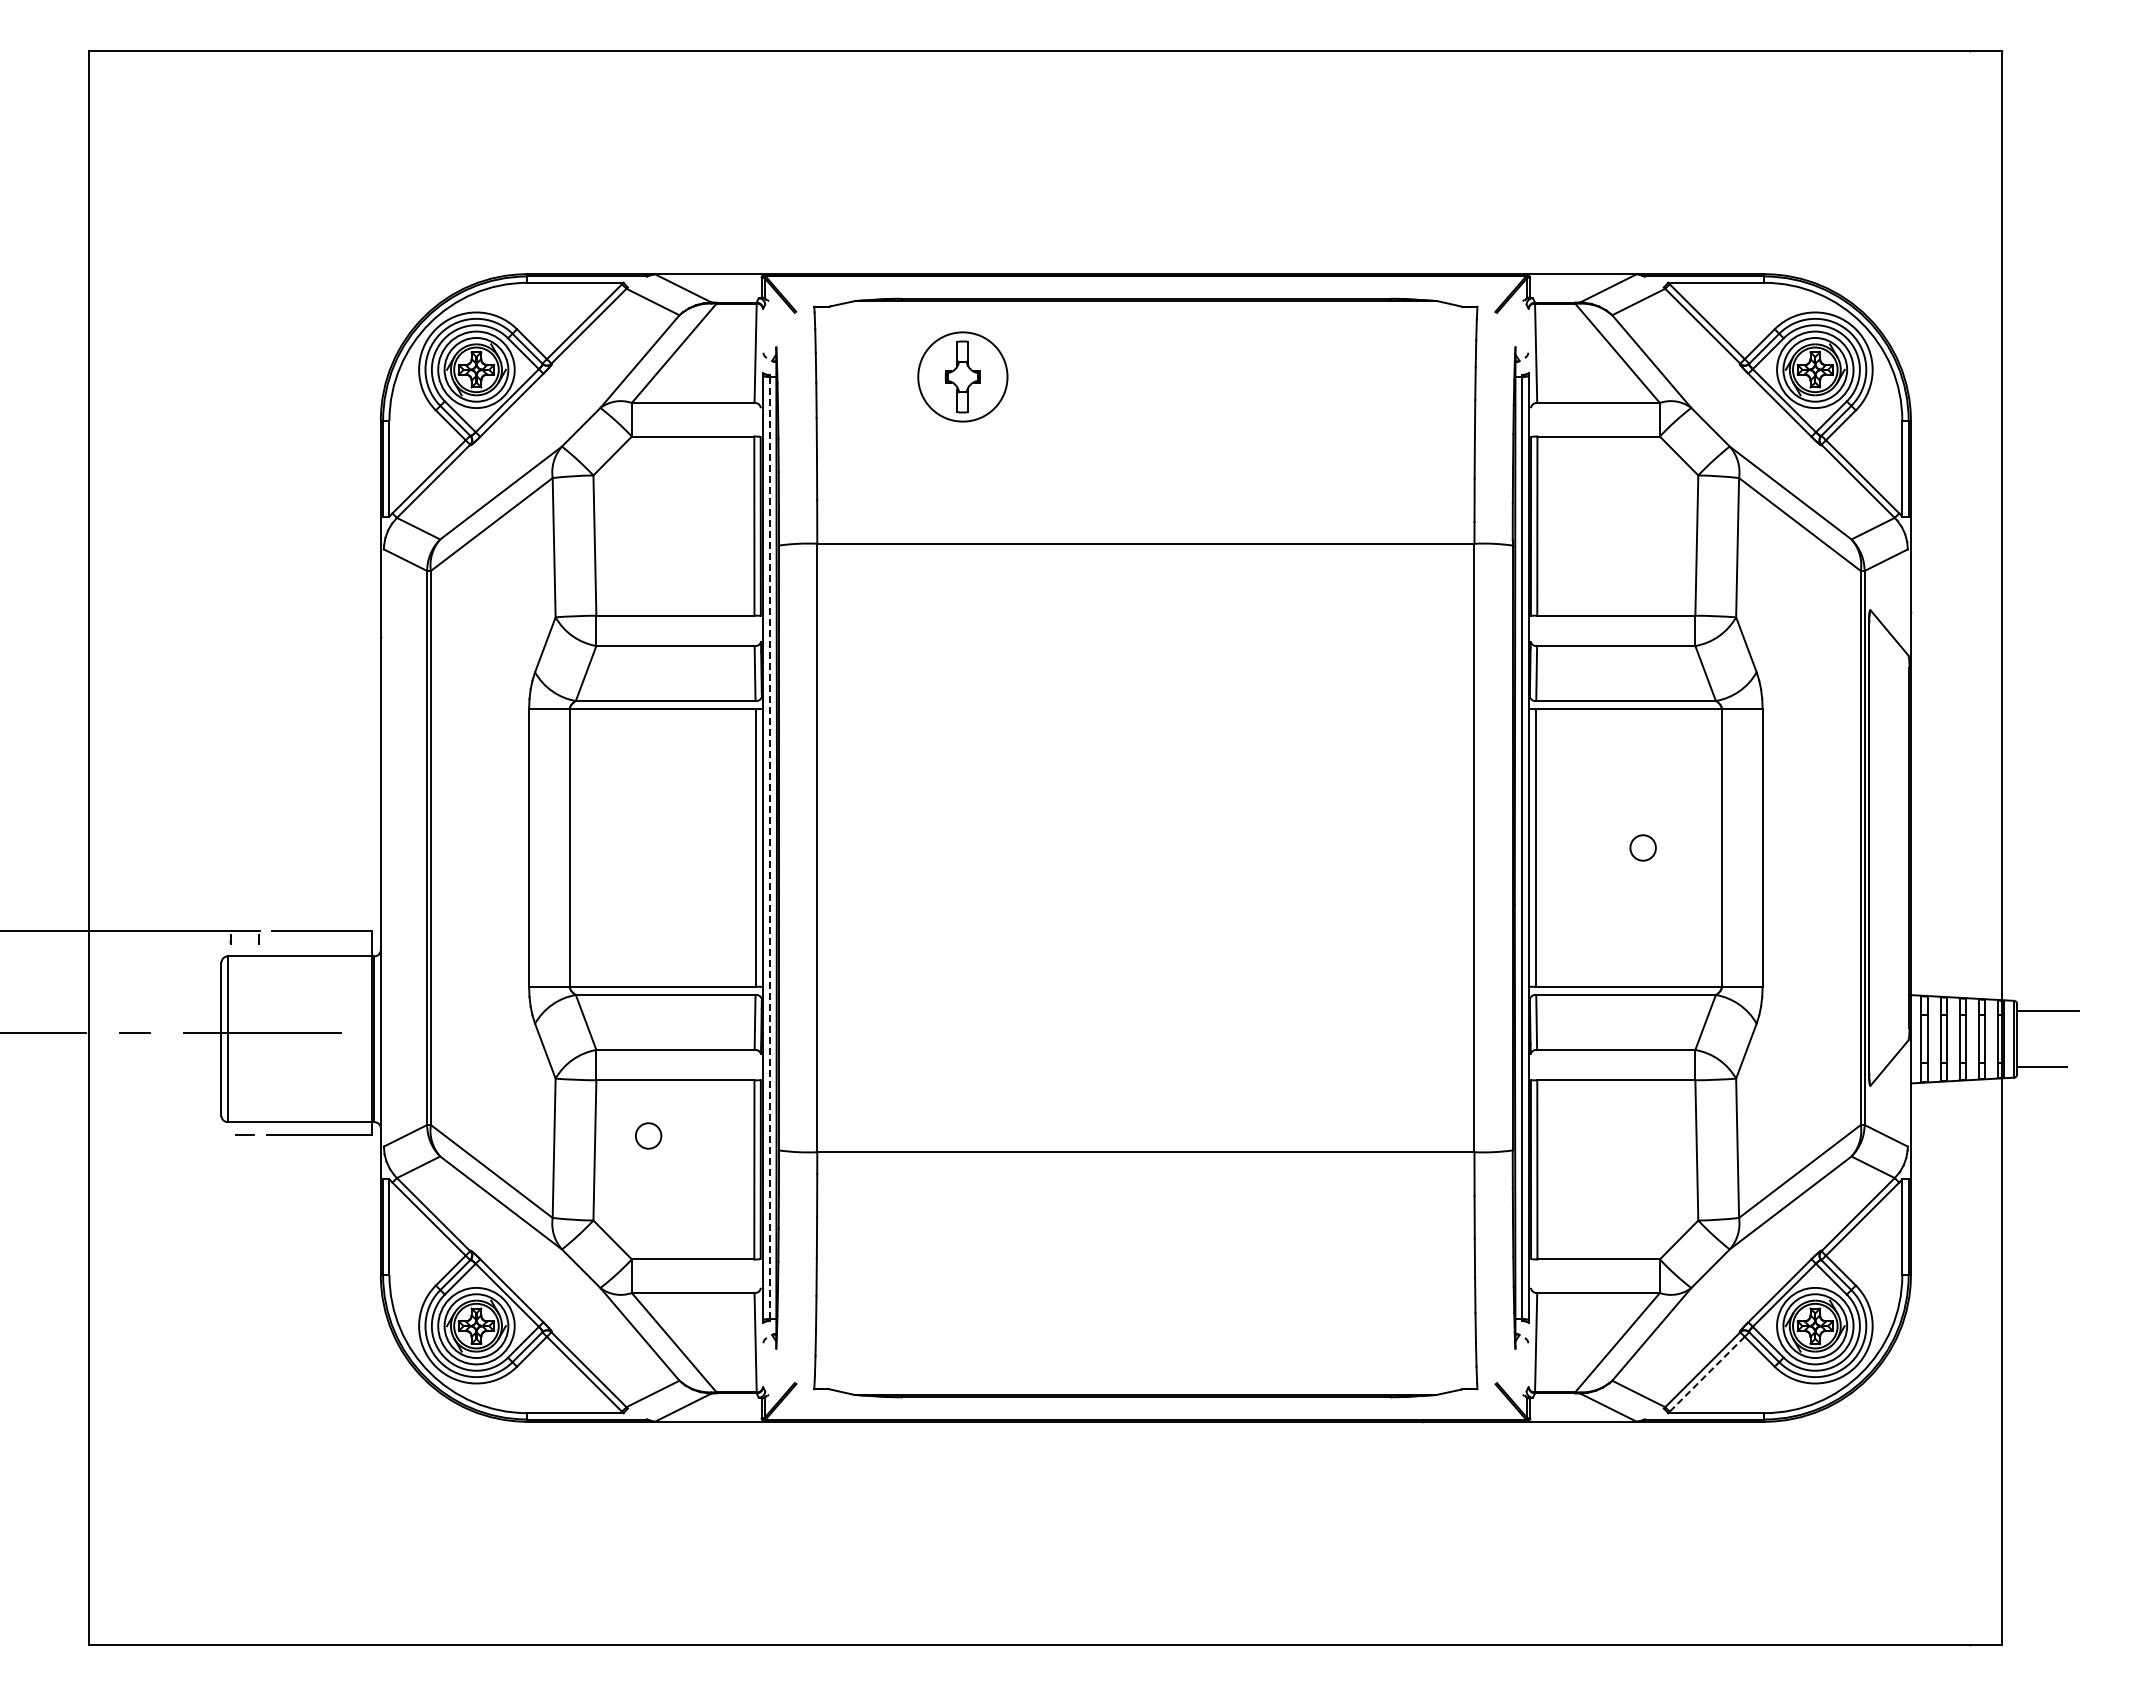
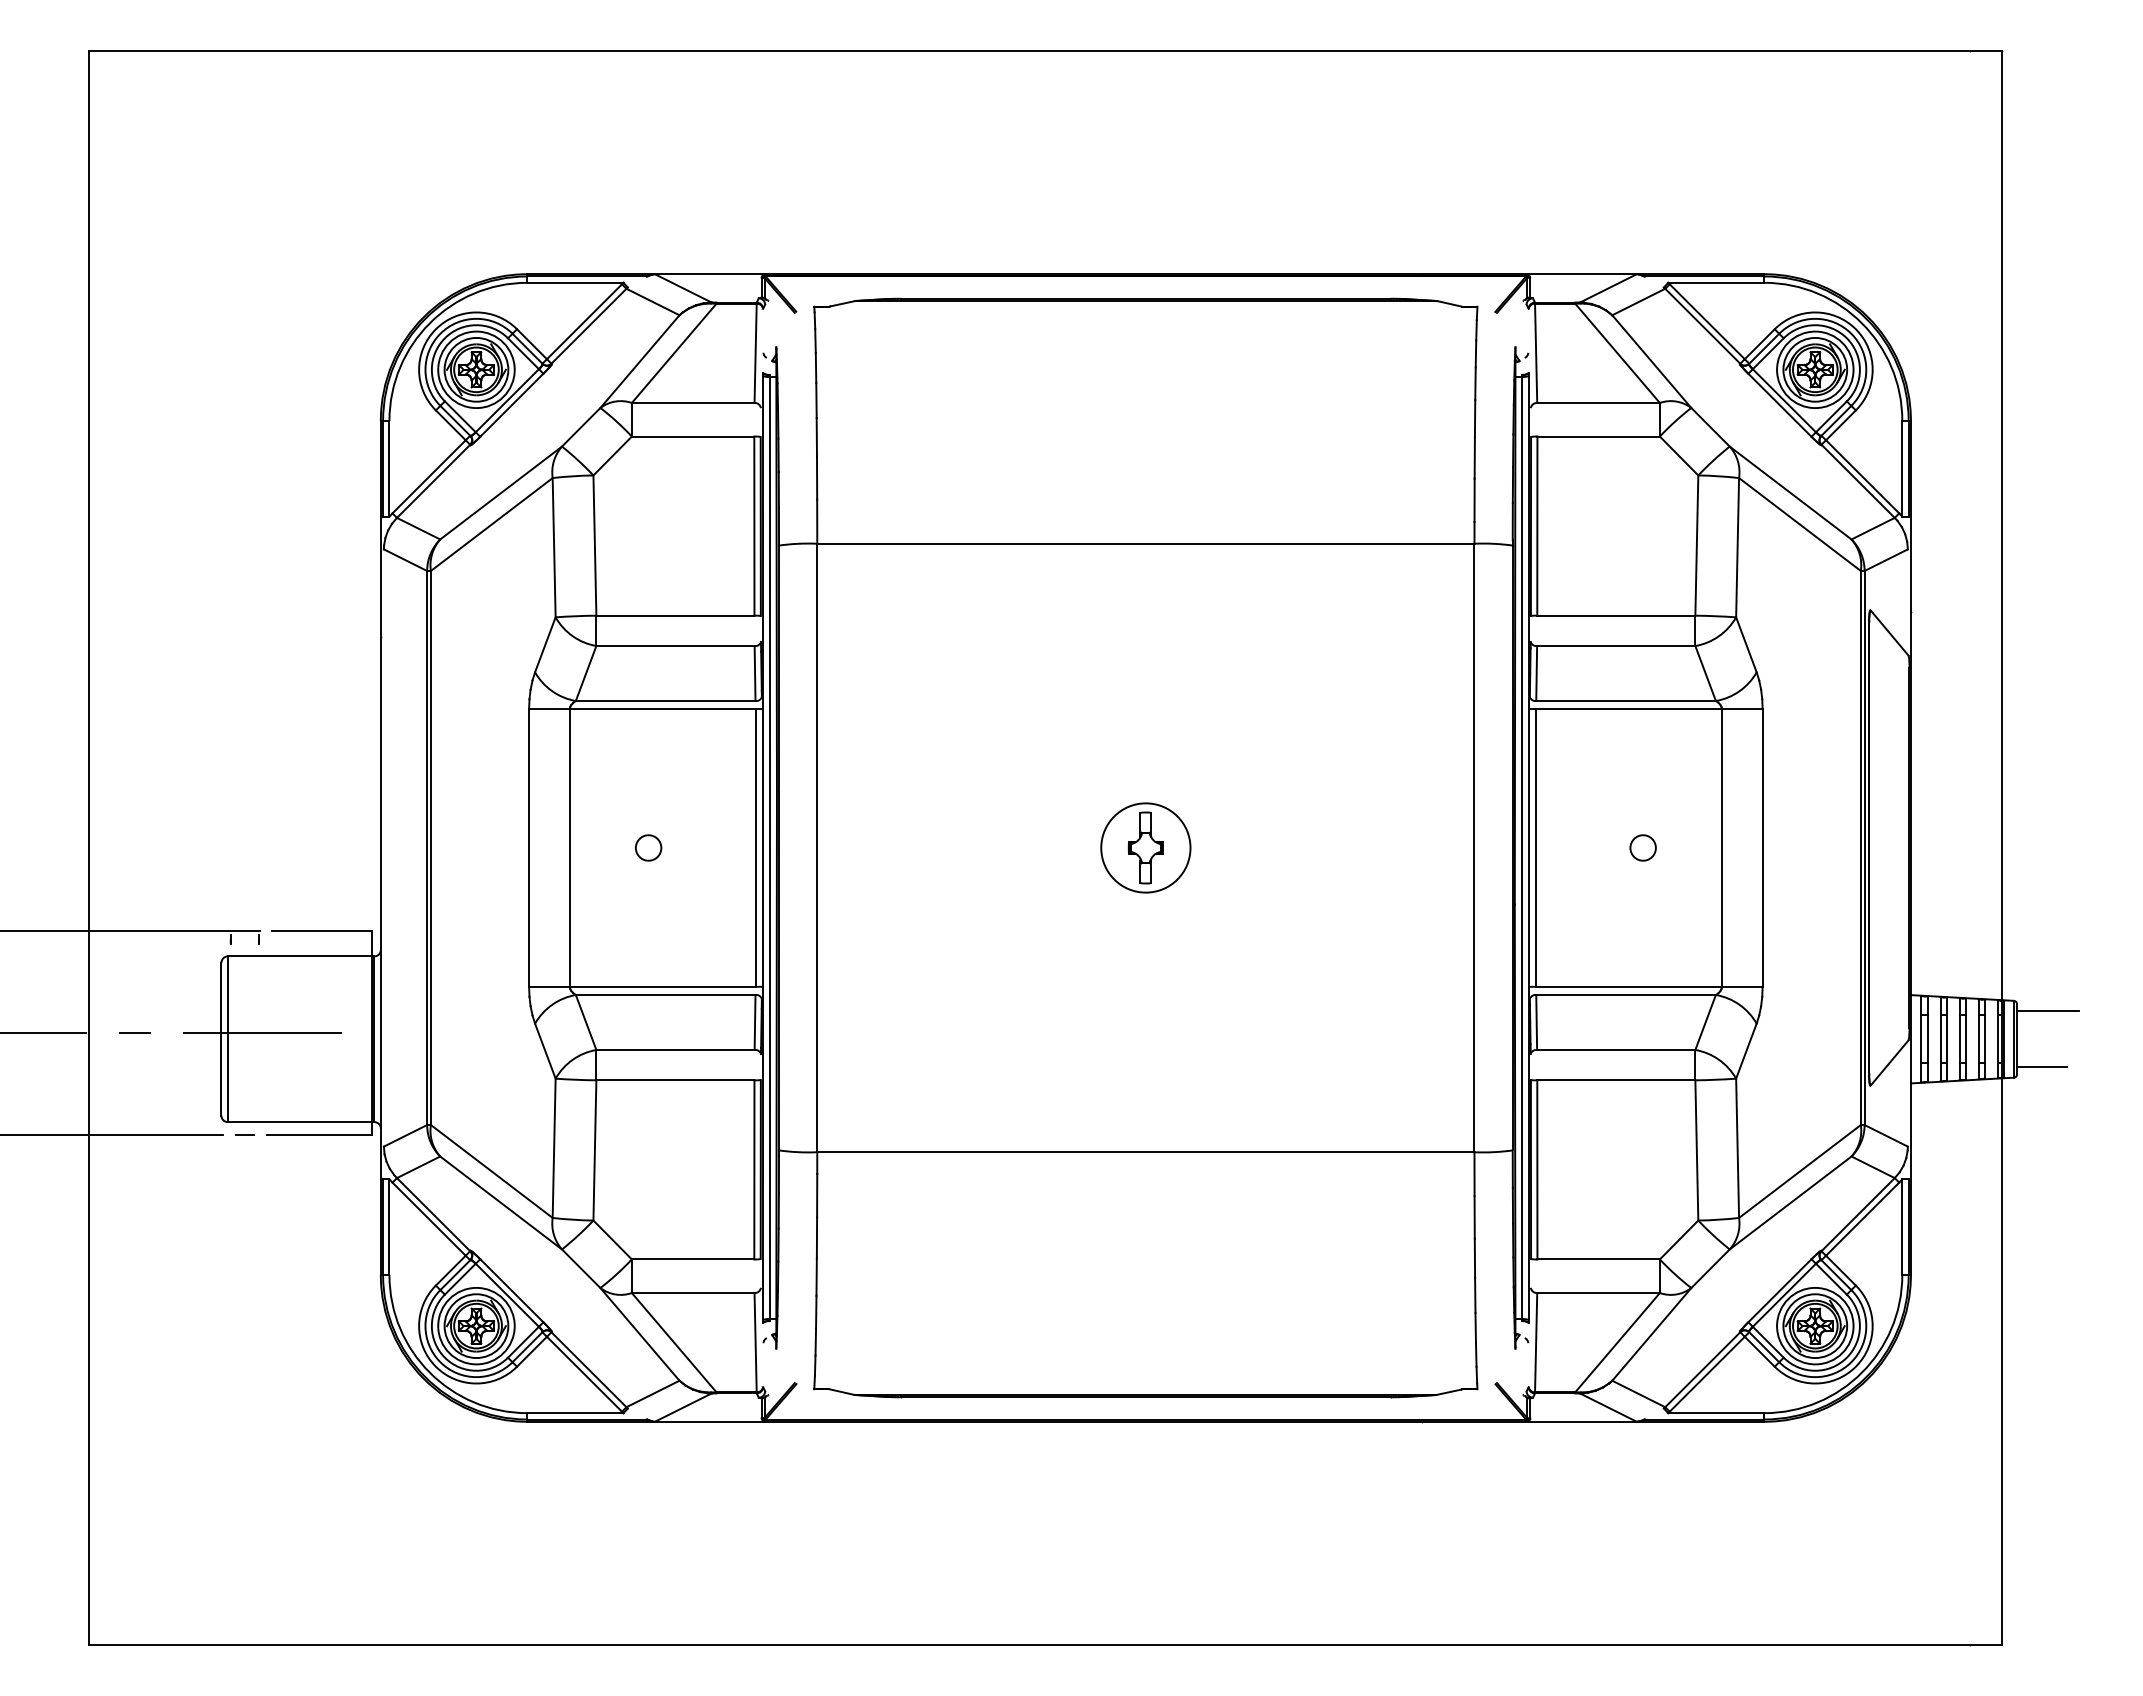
part at (962, 376) position: (962, 376) -> (1145, 847)
line at (769, 848): dashed -> solid
line at (112, 1134): none -> present
circle at (648, 1135) position: (648, 1135) -> (648, 847)
line at (1706, 1374): dashed -> solid
